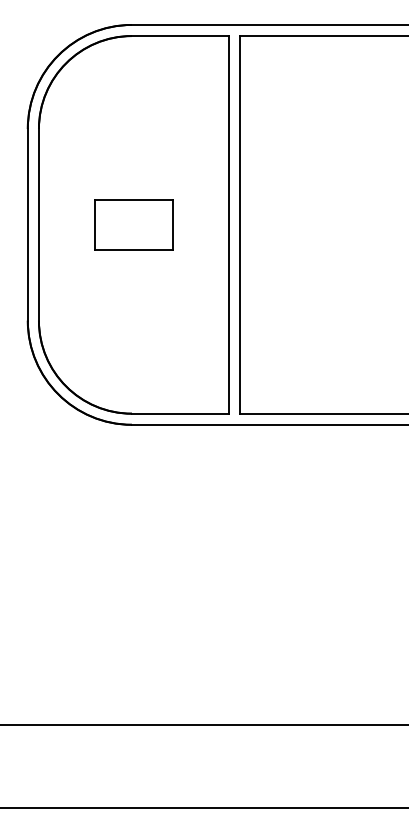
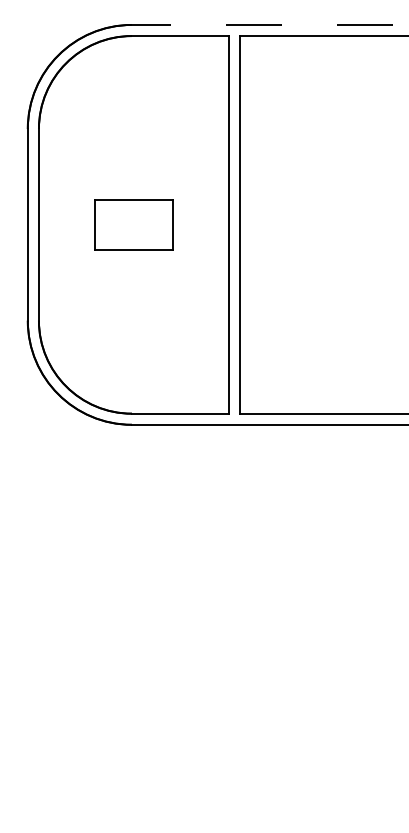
line at (269, 24): solid -> dashed
line at (203, 724): present -> none
line at (203, 808): present -> none
